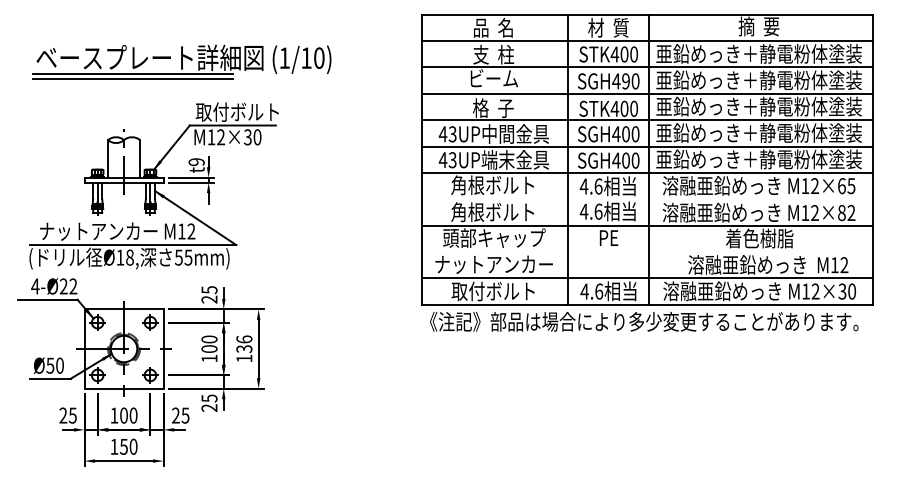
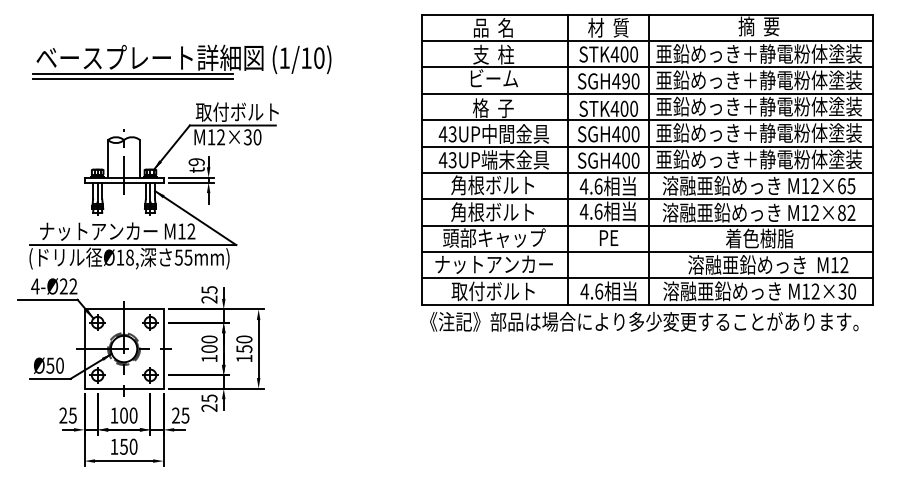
line at (647, 199): none -> present
line at (647, 252): none -> present
text at (244, 343): 136 -> 150
